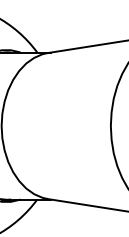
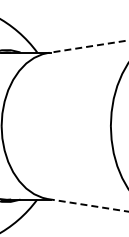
line at (88, 46): solid -> dashed
line at (88, 205): solid -> dashed
